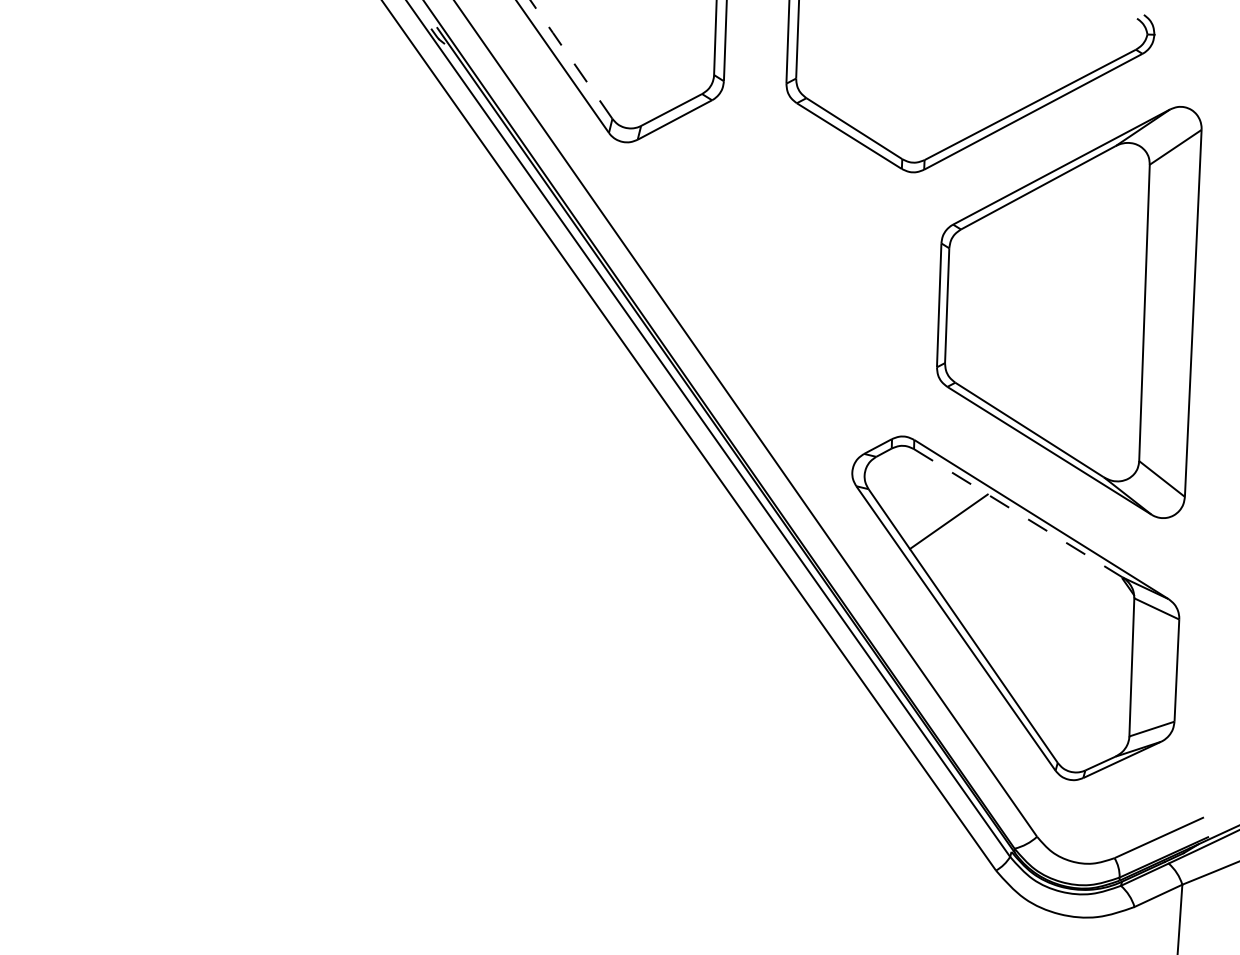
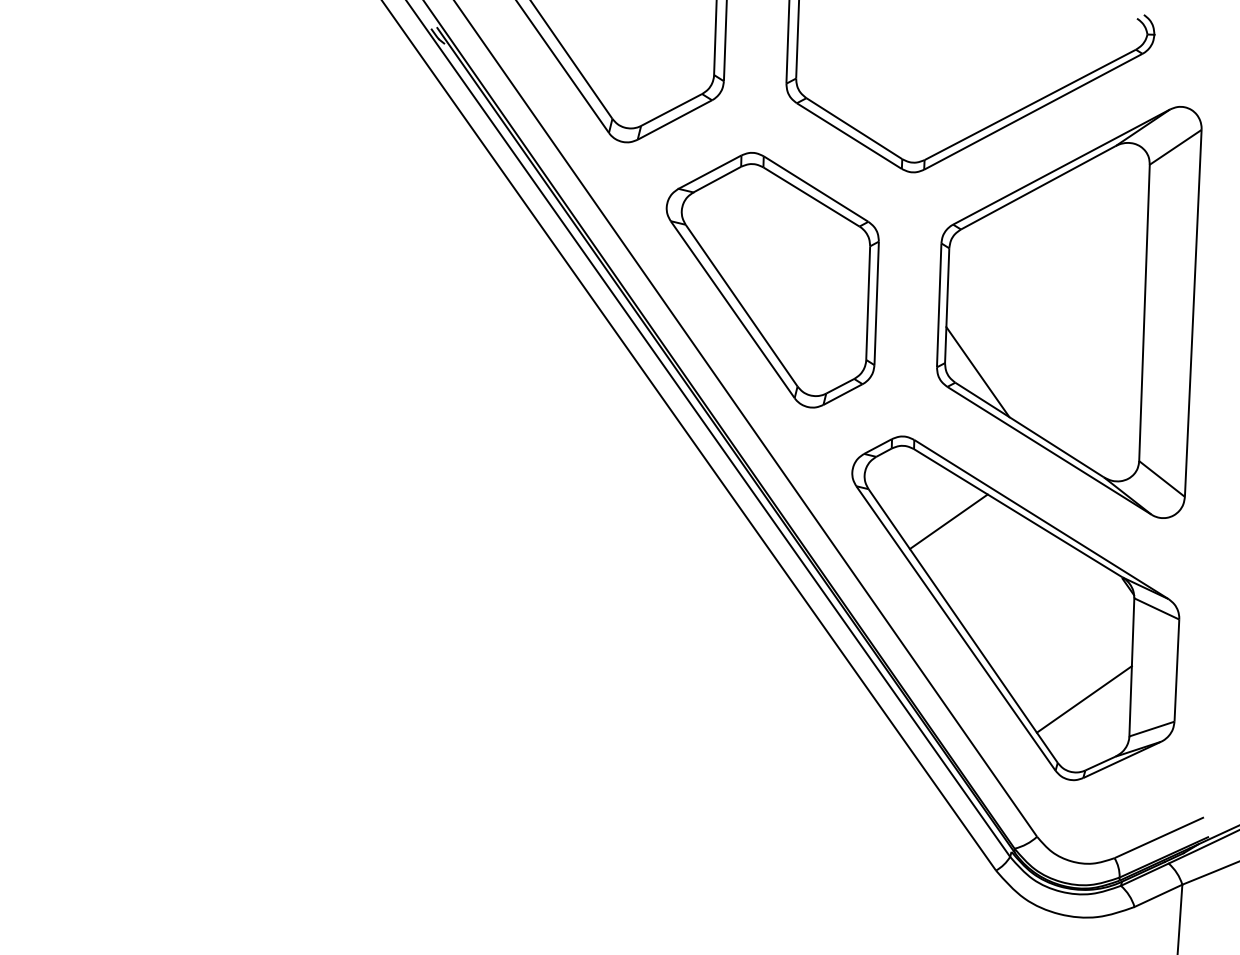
line at (571, 59): dashed -> solid
part at (772, 280): none -> present
line at (977, 372): none -> present
line at (1018, 513): dashed -> solid
line at (1083, 699): none -> present
